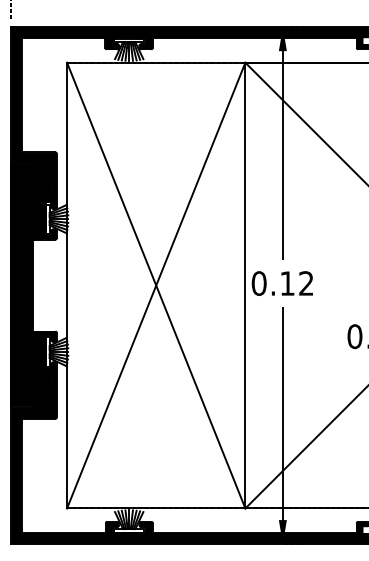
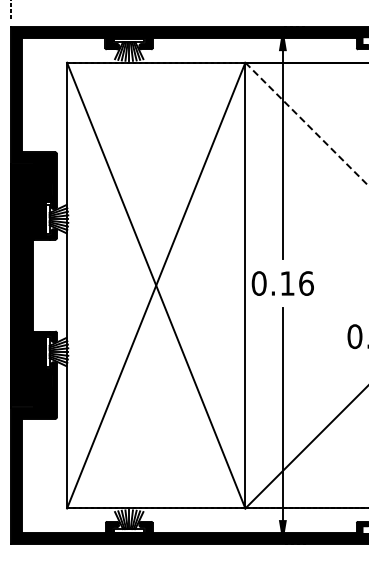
line at (306, 124): solid -> dashed
text at (306, 283): 0.12 -> 0.16
